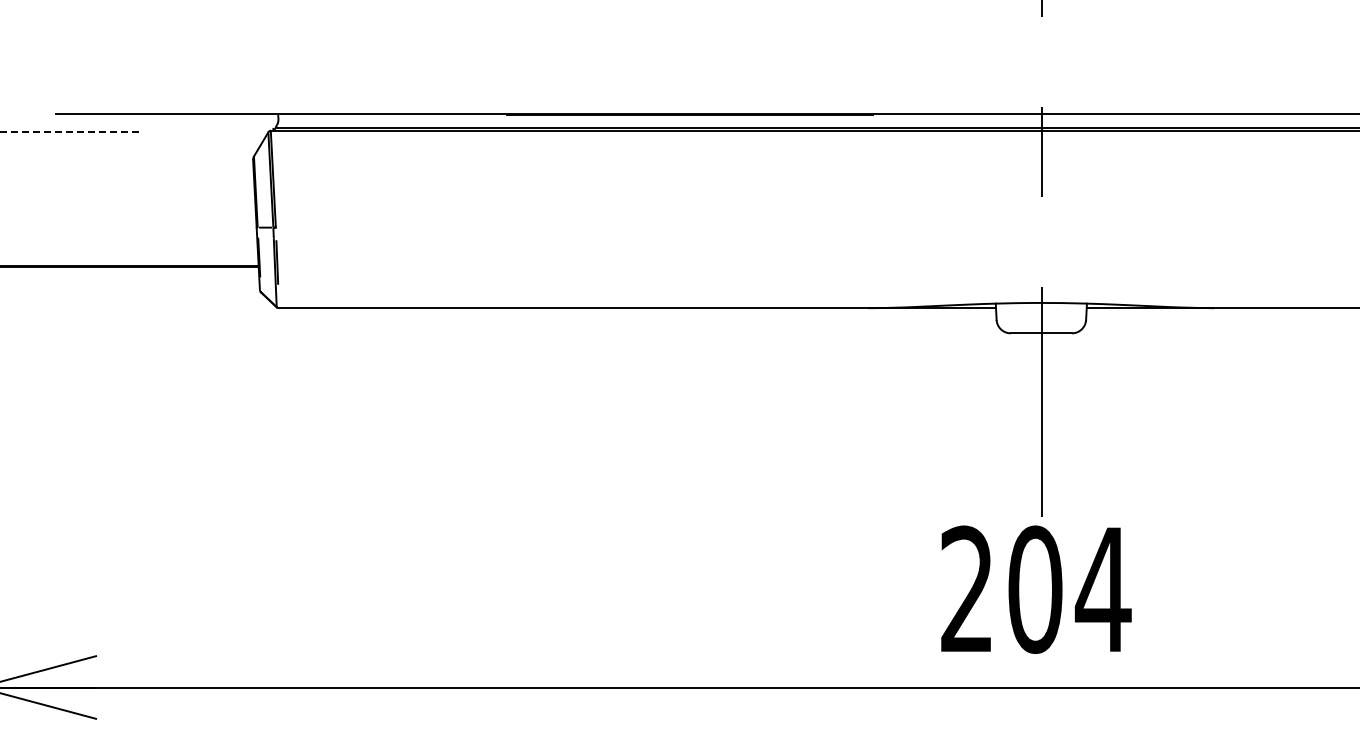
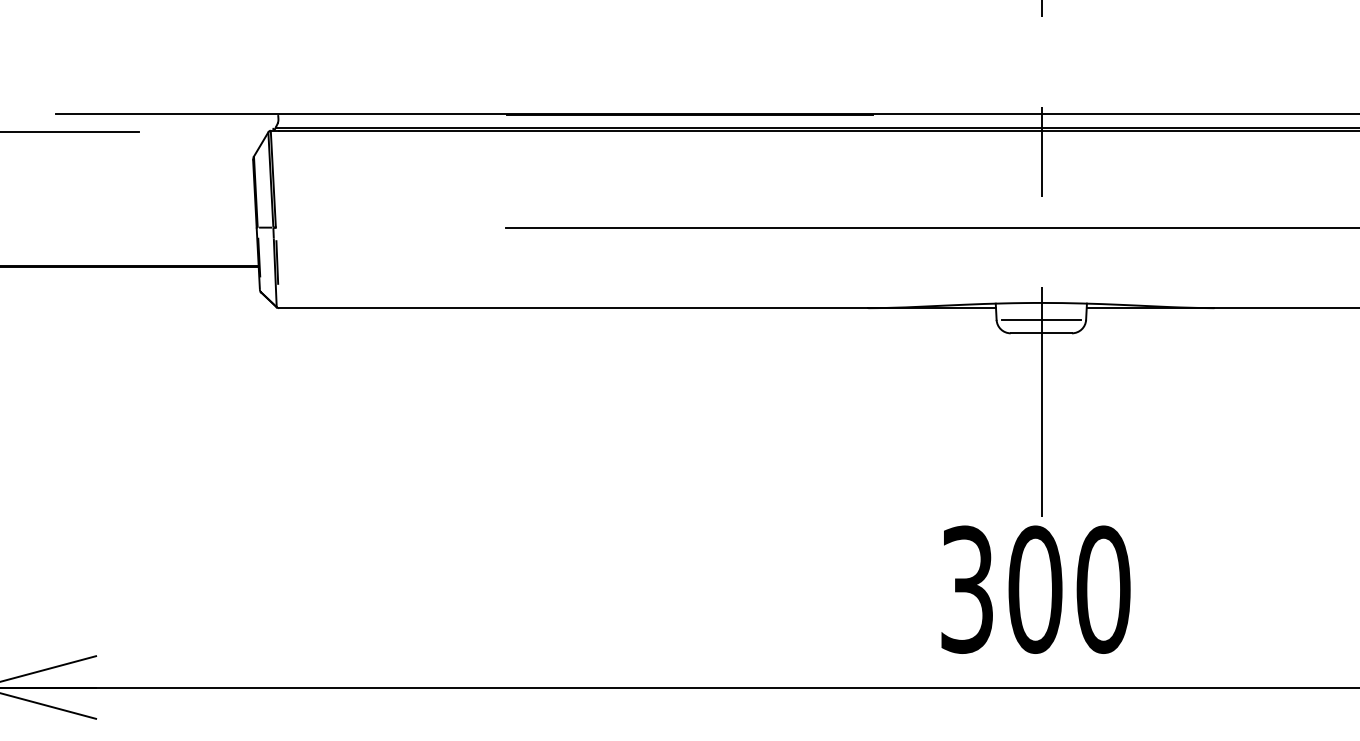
line at (69, 132): dashed -> solid
line at (930, 227): none -> present
line at (1040, 319): none -> present
text at (1036, 589): 204 -> 300
